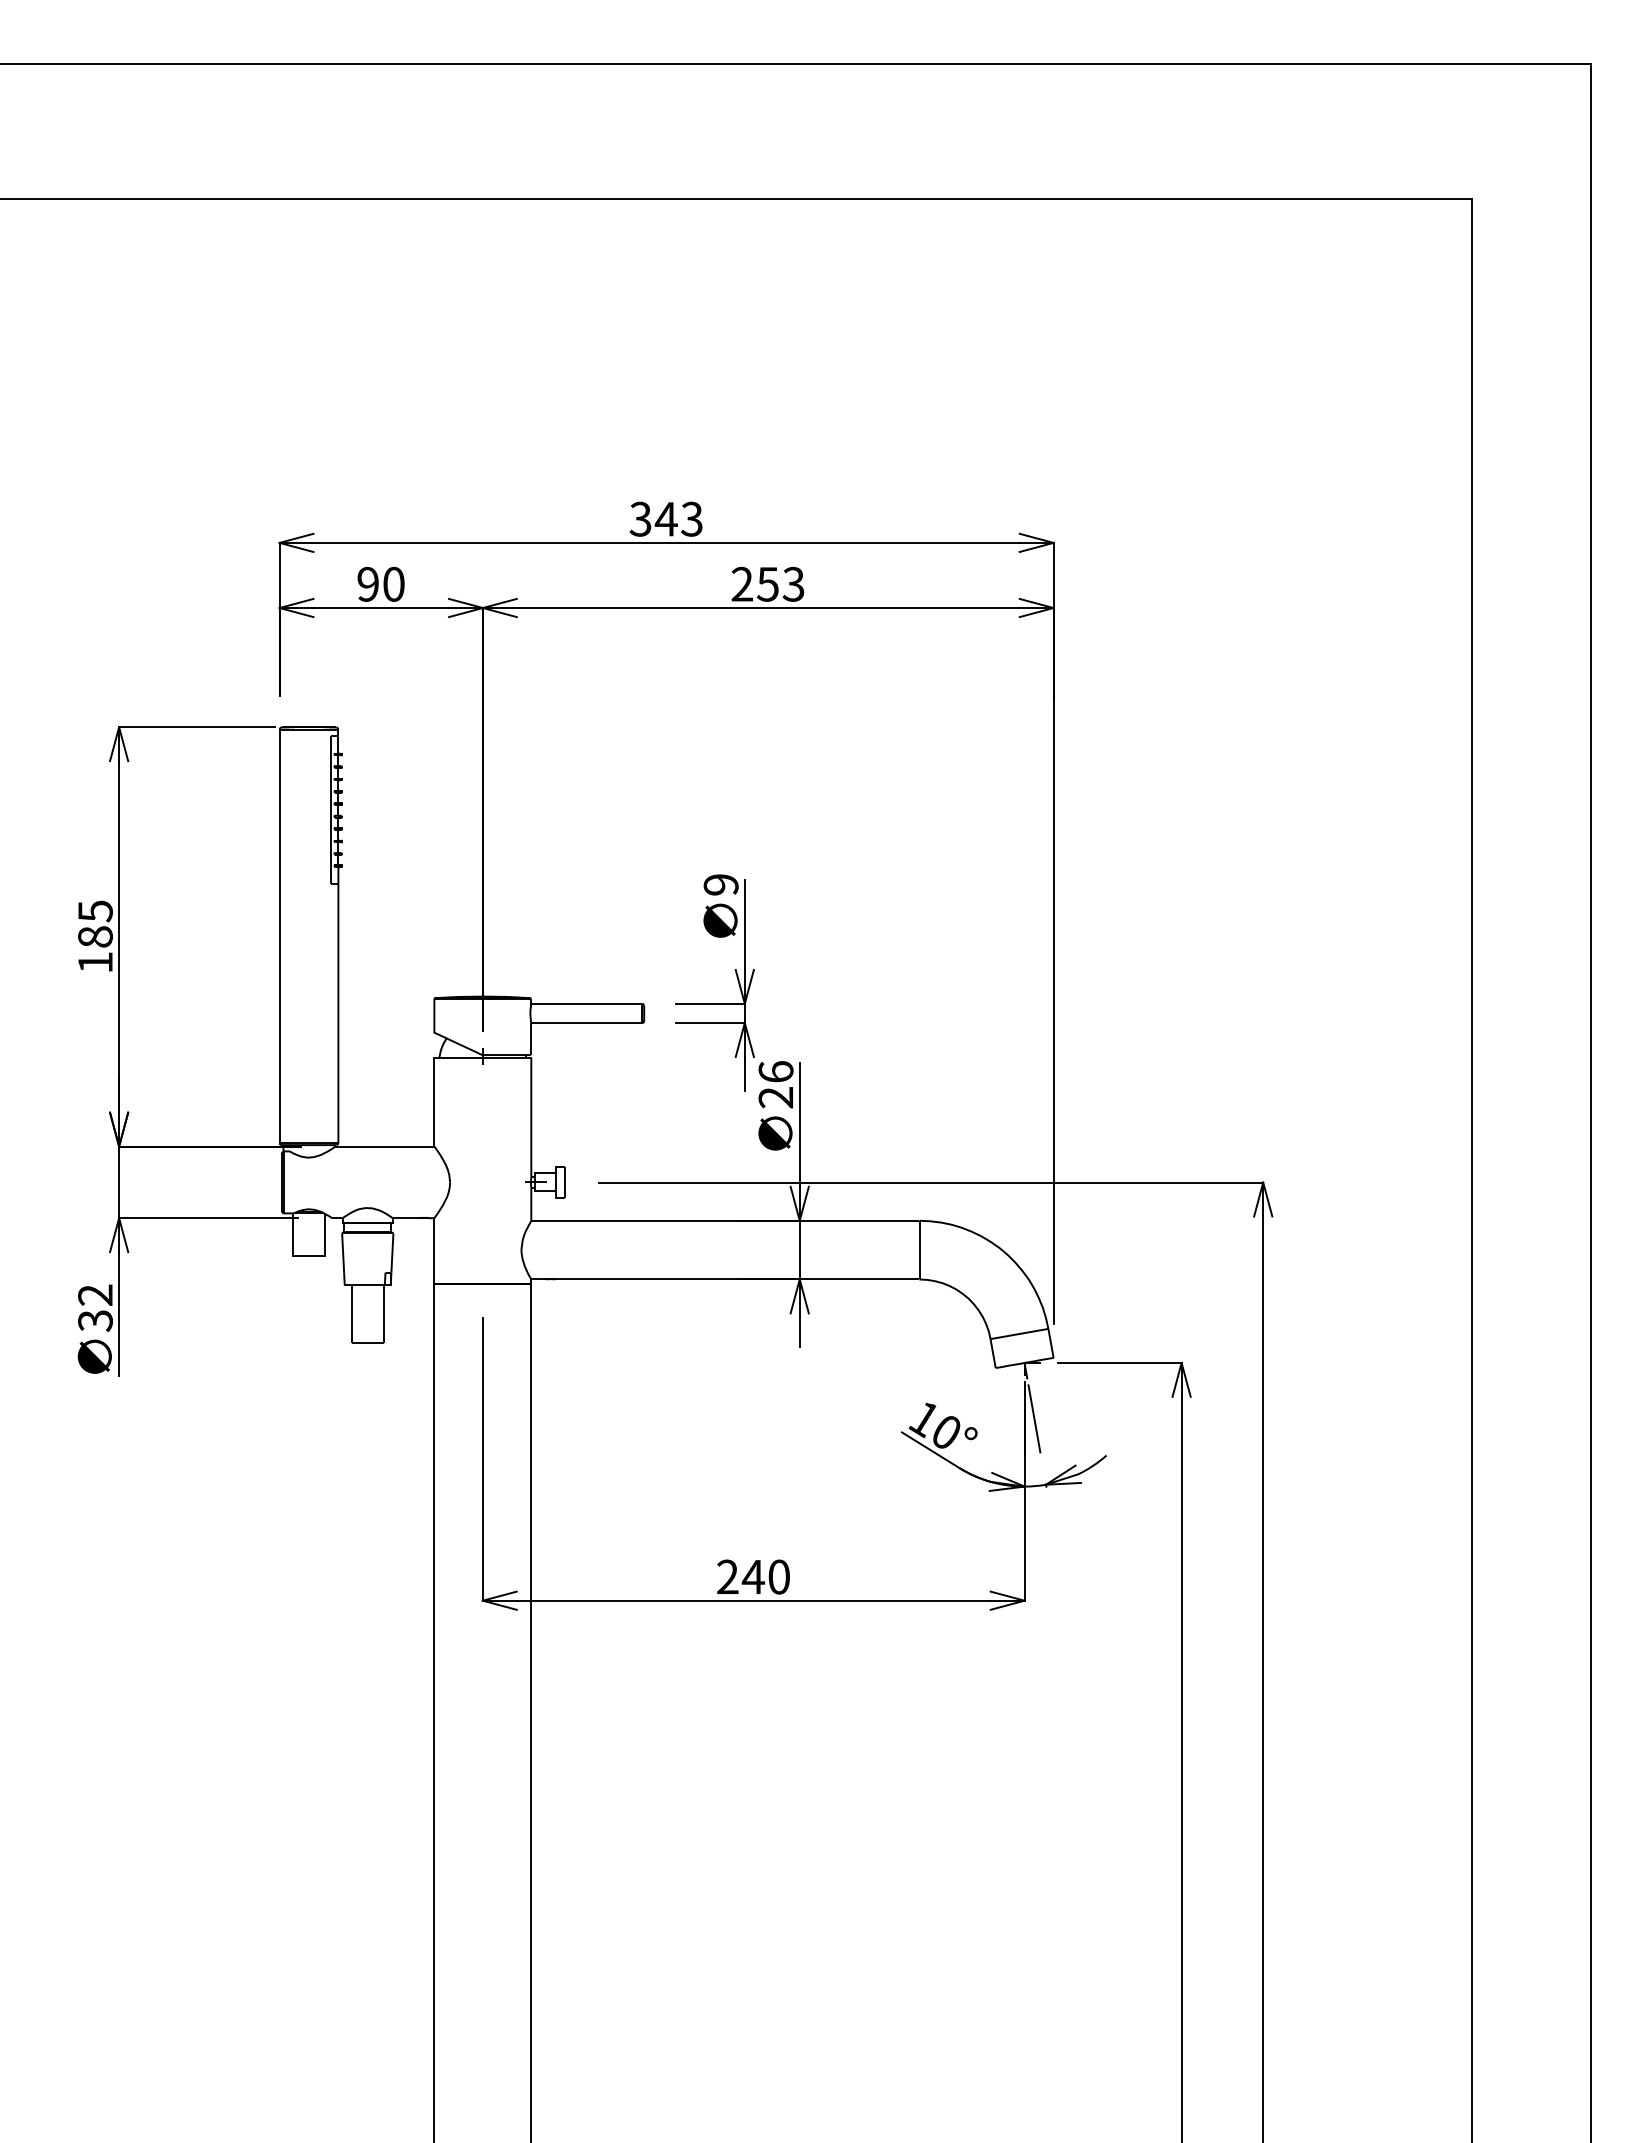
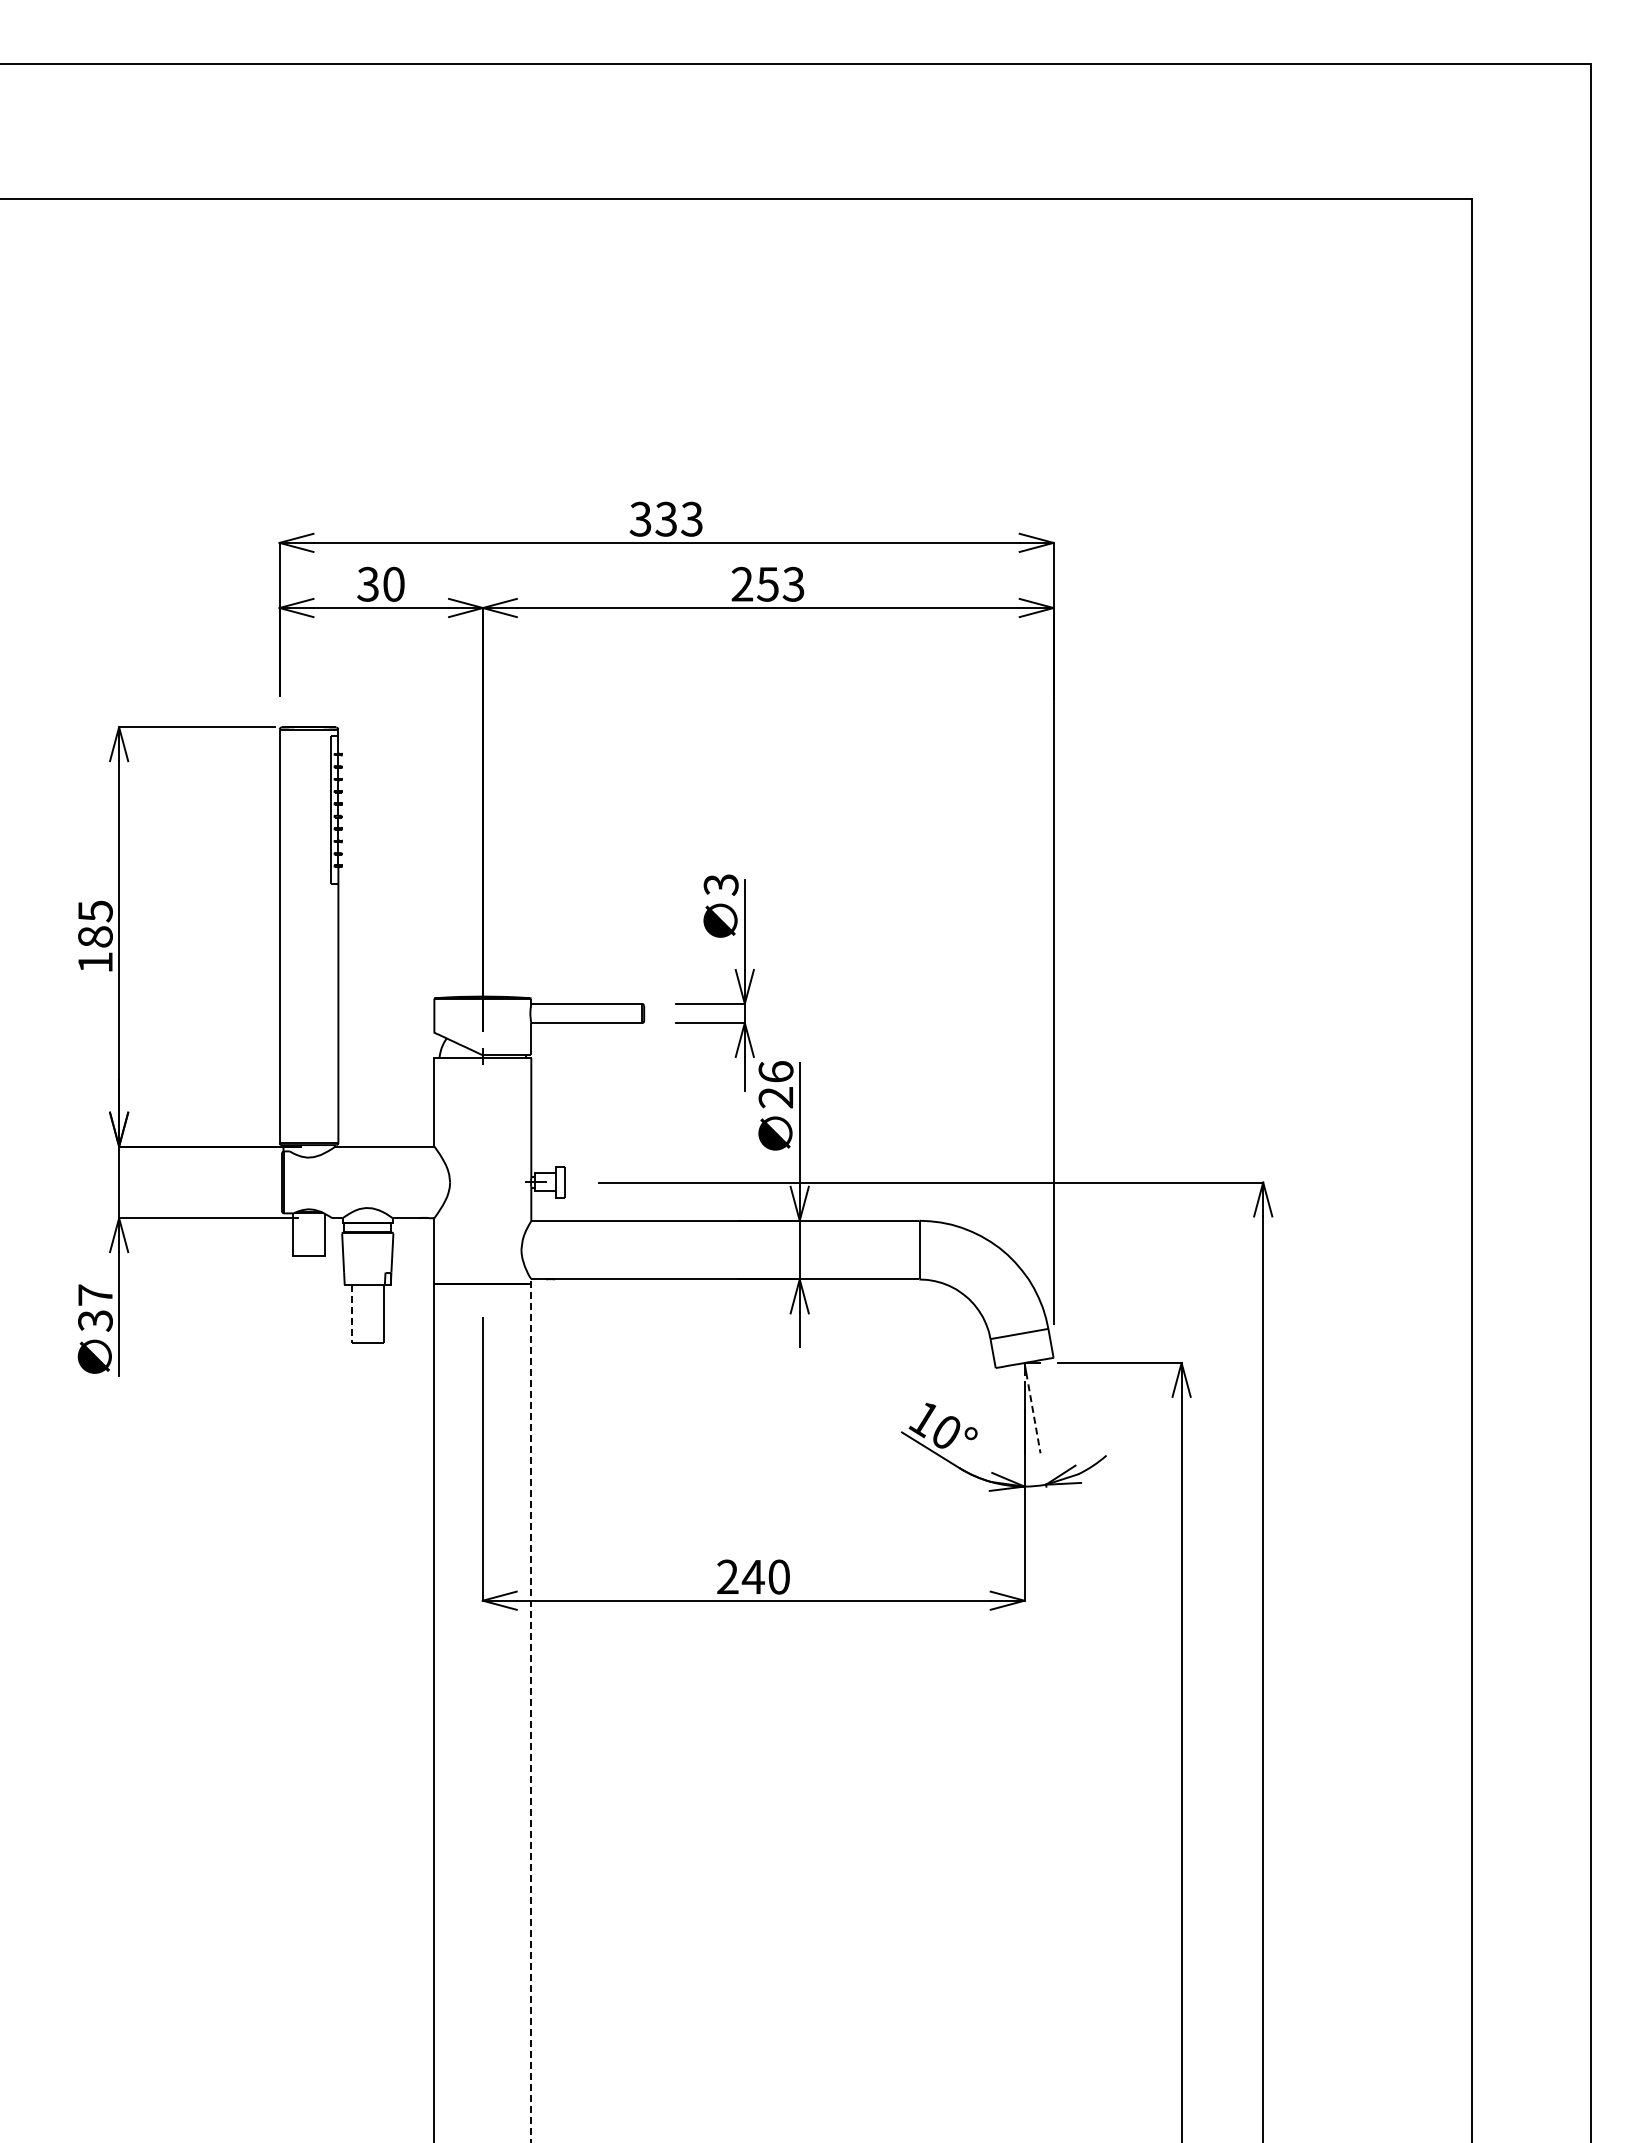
text at (665, 518): 343 -> 333
text at (367, 584): 90 -> 30
text at (720, 884): 9 -> 3
text at (95, 1294): 32 -> 37
line at (352, 1314): solid -> dashed
line at (1034, 1419): solid -> dashed
line at (531, 1710): solid -> dashed
